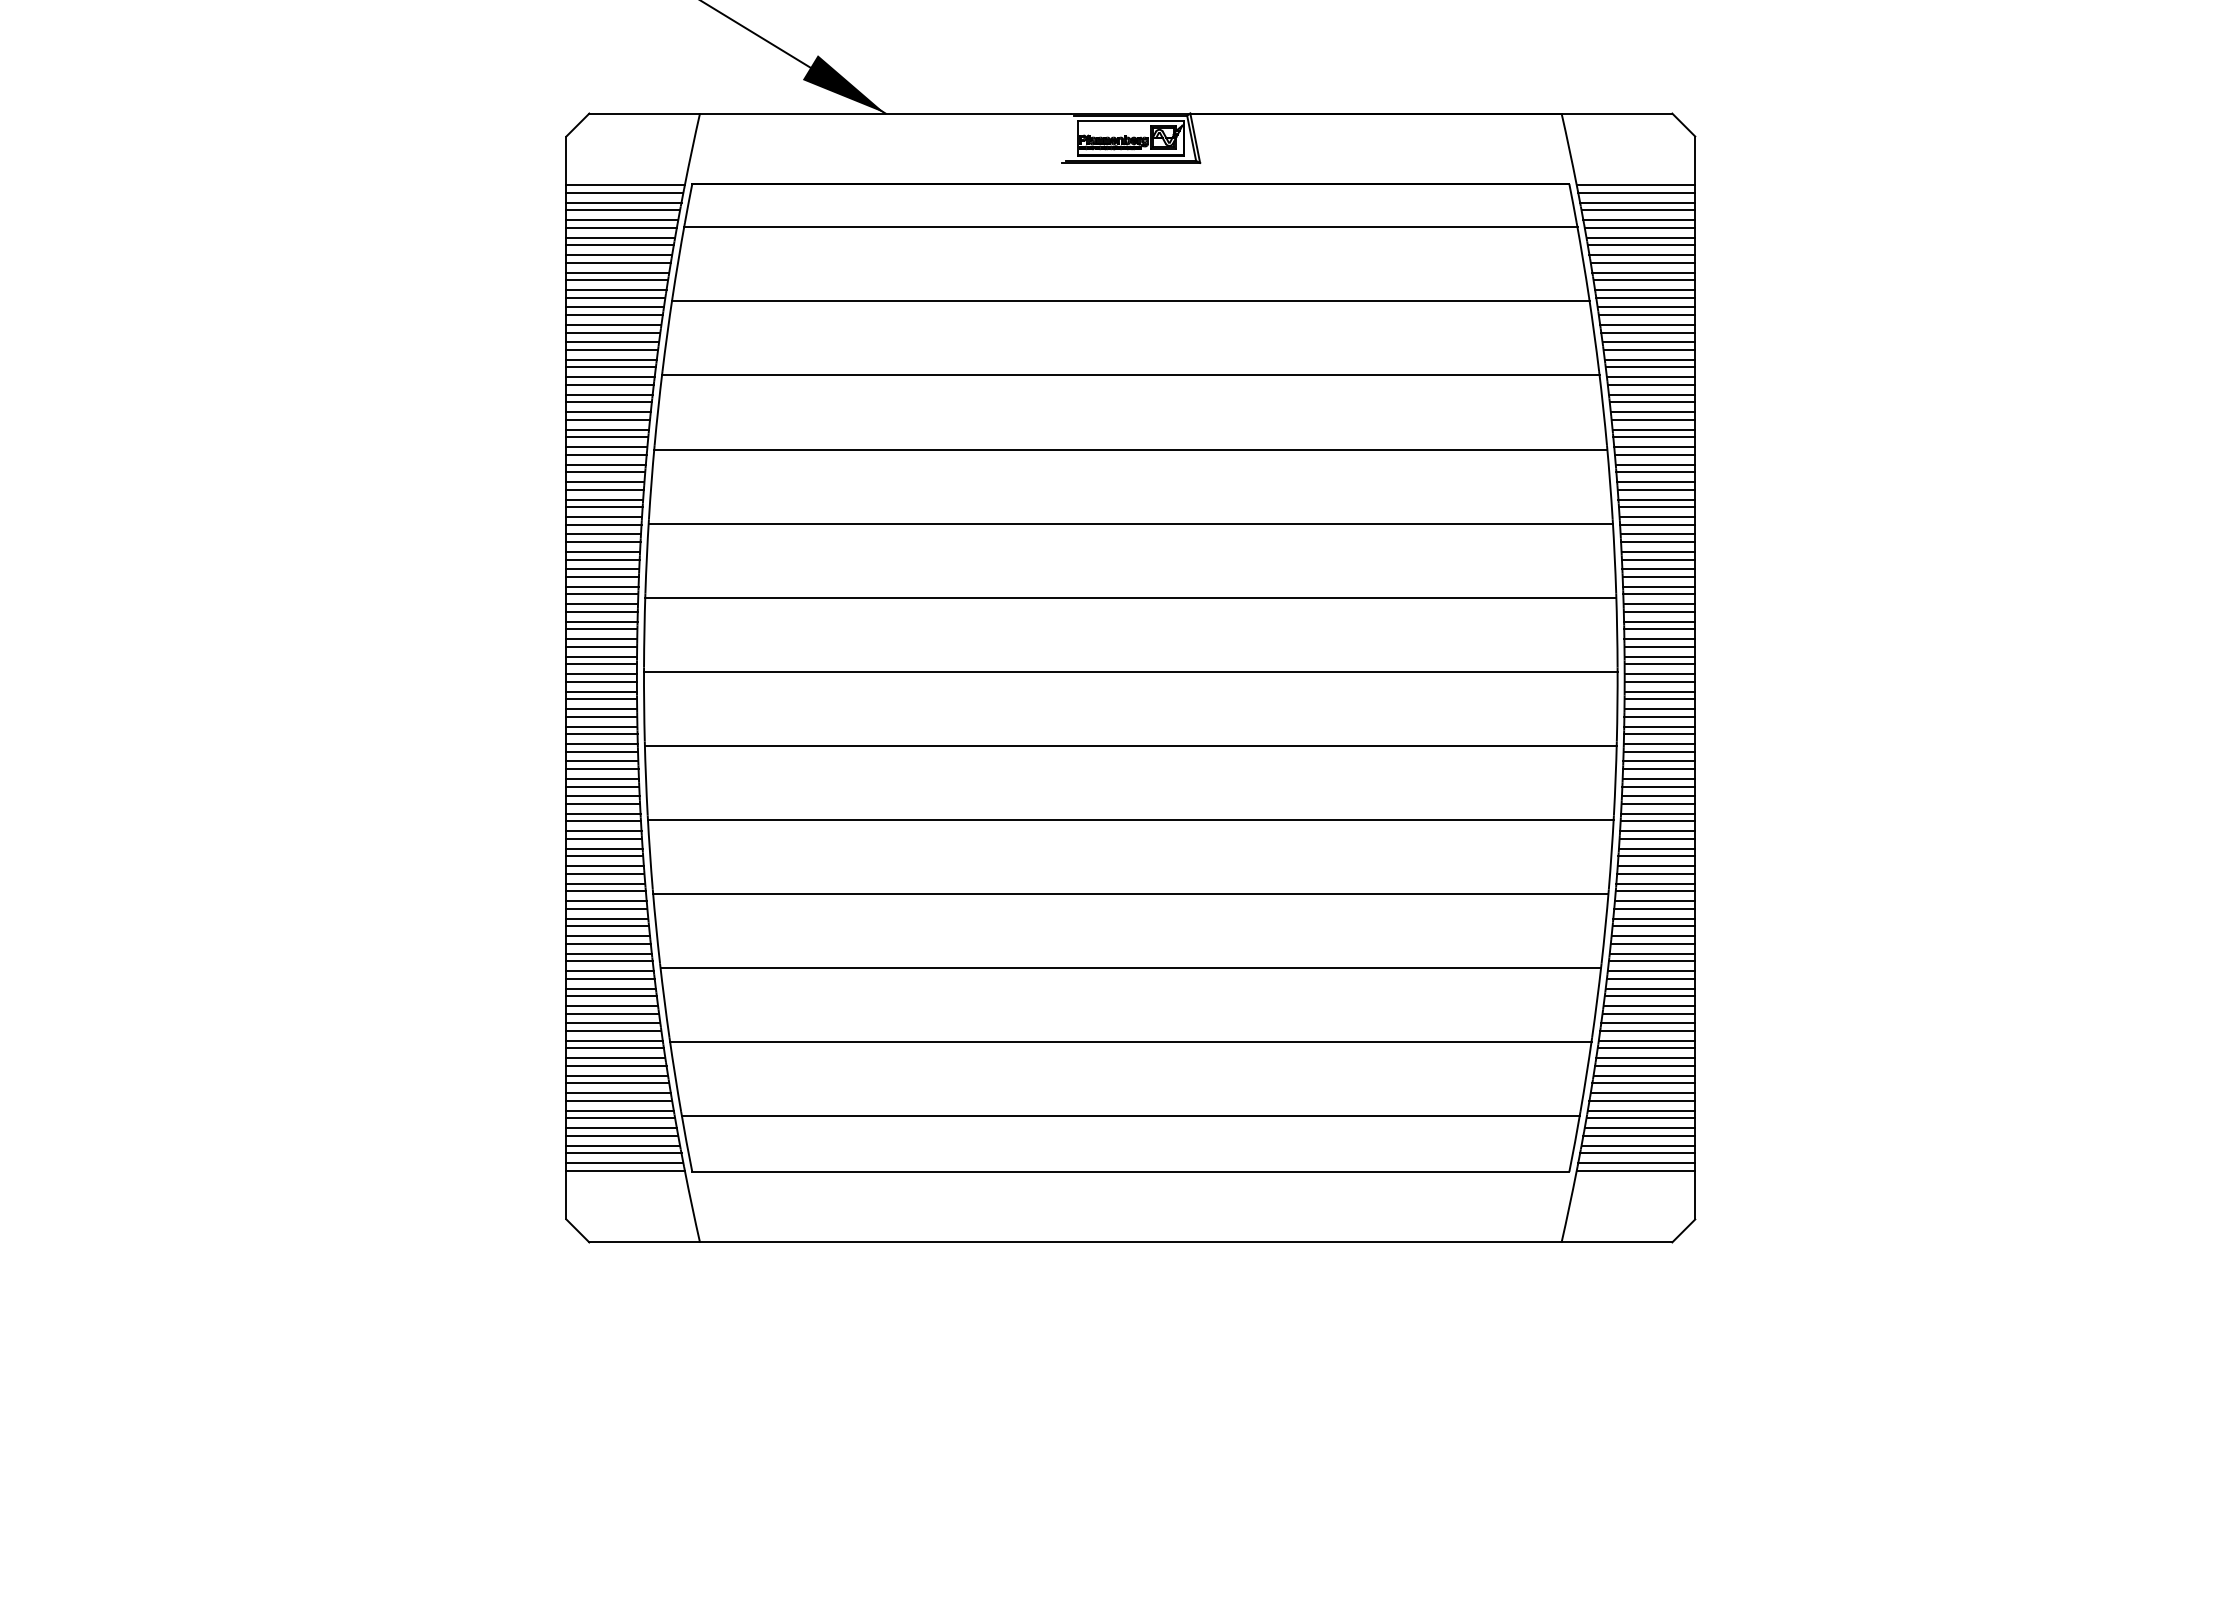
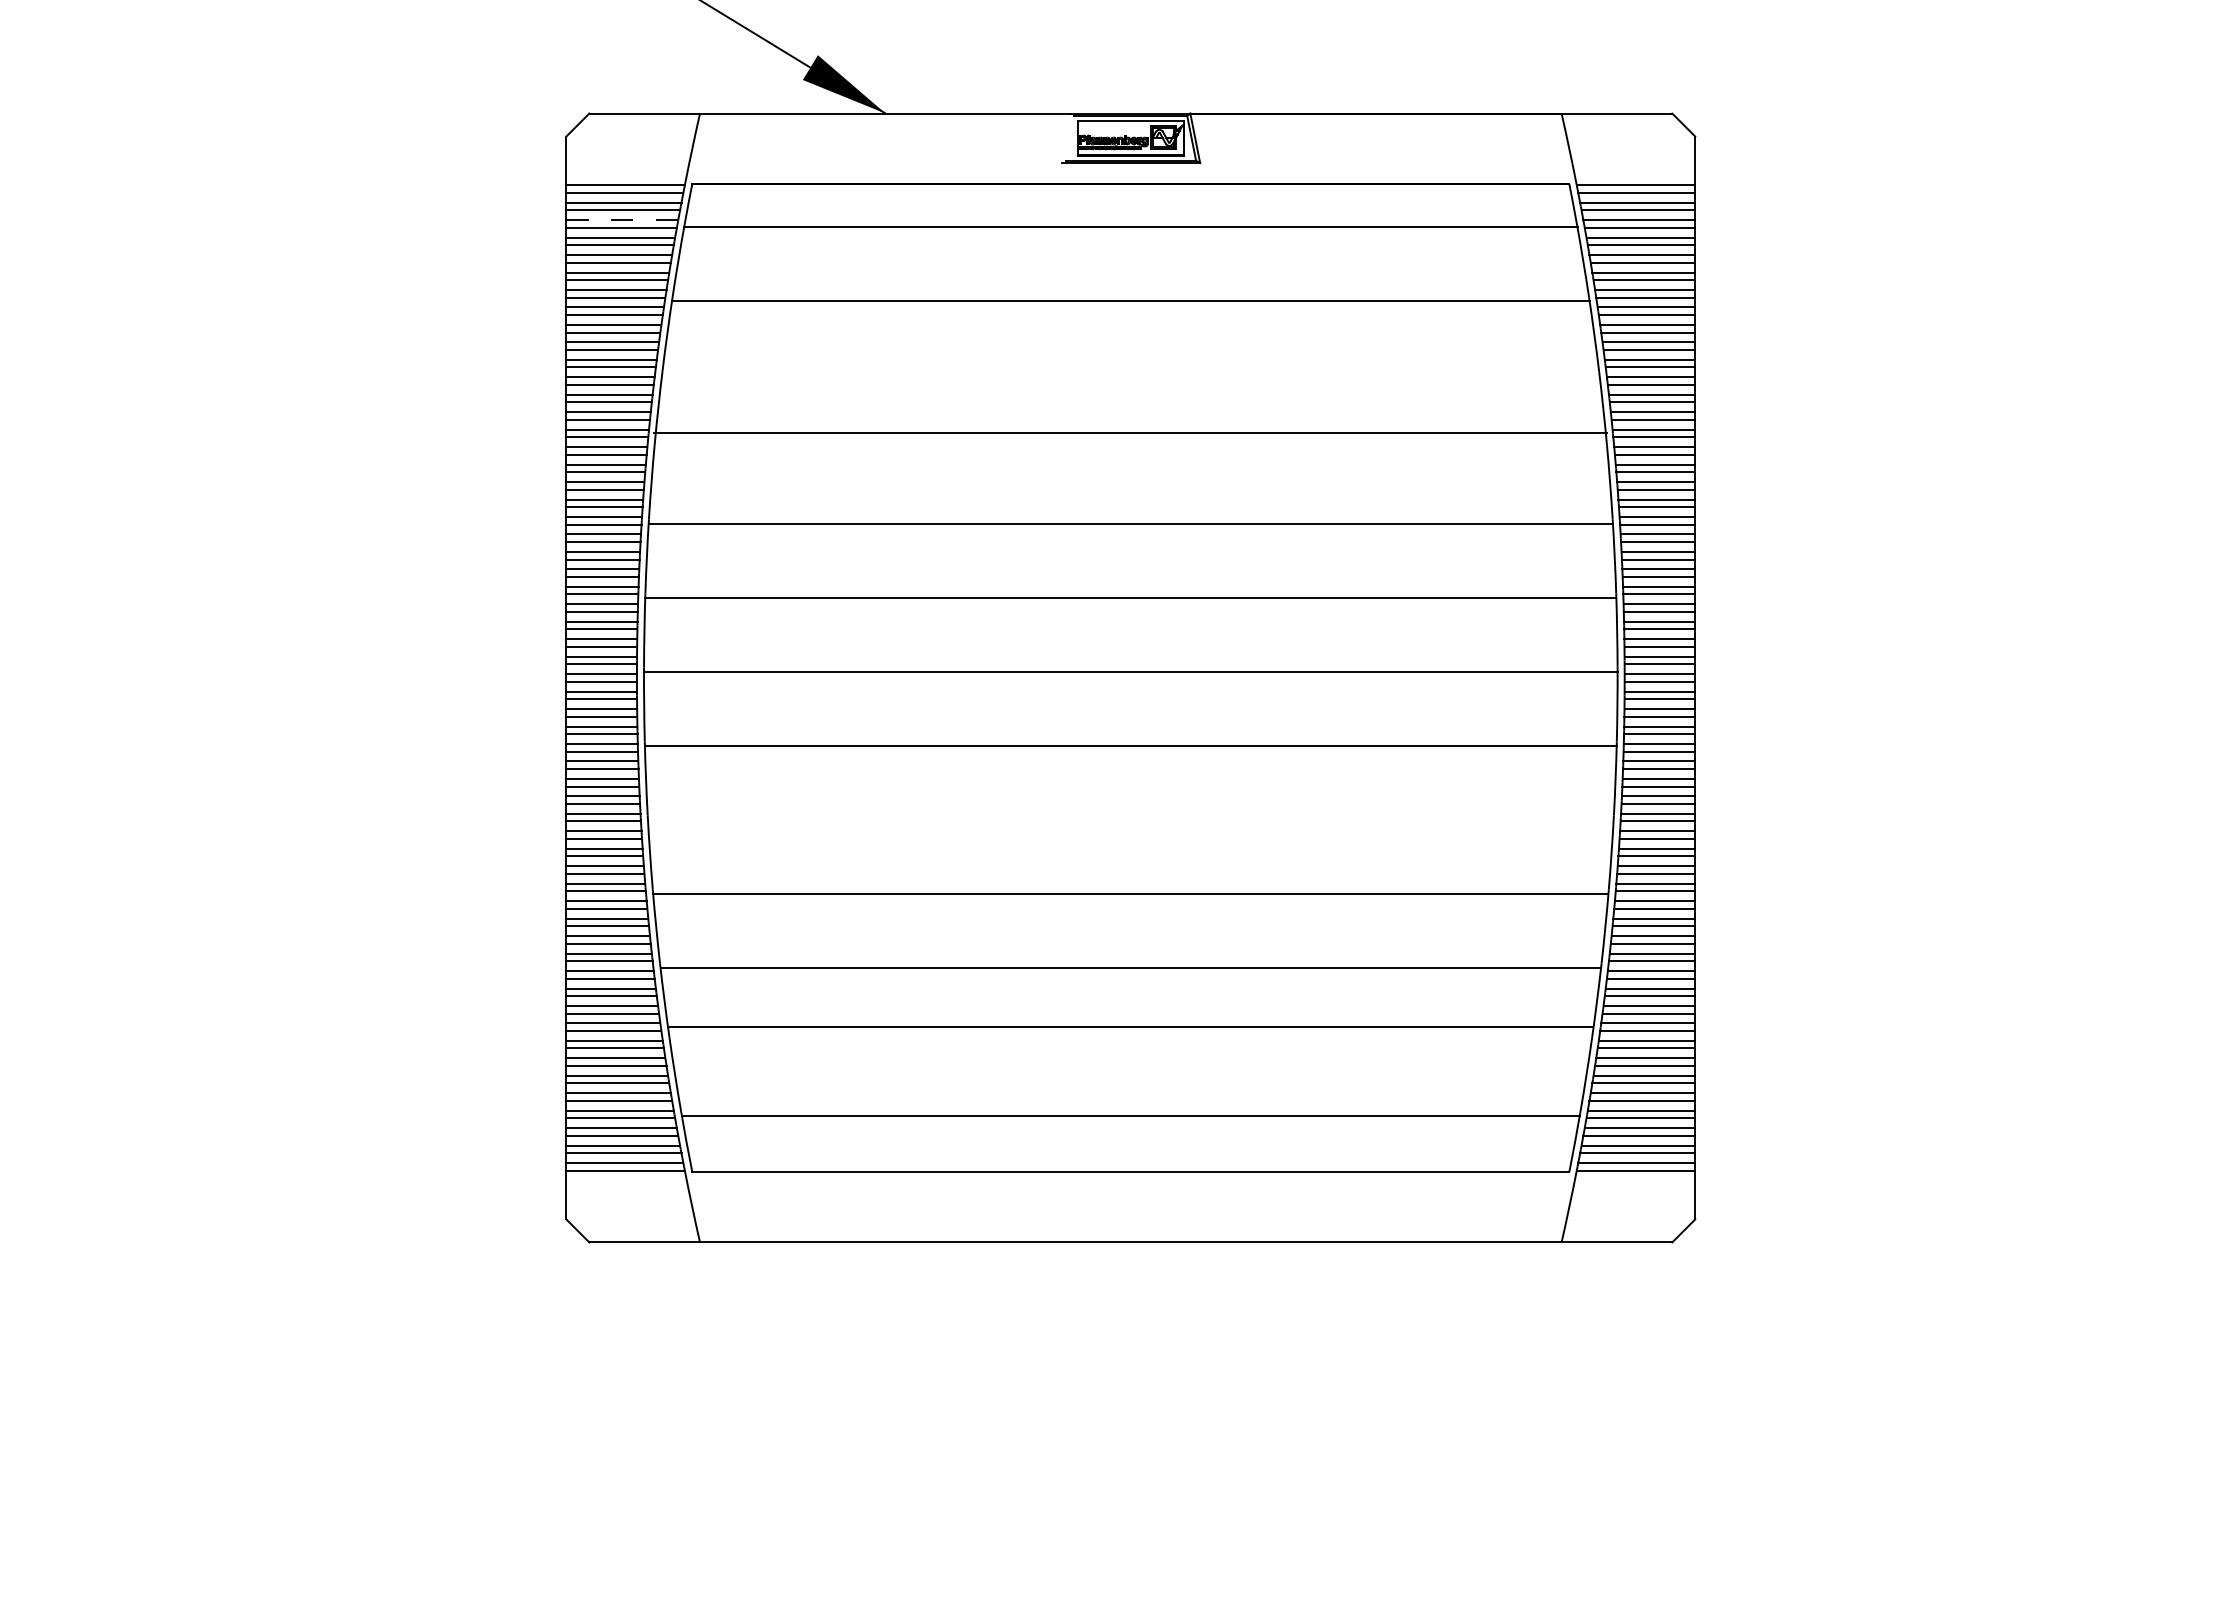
line at (622, 220): solid -> dashed
line at (1130, 375): present -> none
line at (1130, 449) position: (1130, 449) -> (1130, 432)
line at (1130, 819): present -> none
line at (1130, 1042) position: (1130, 1042) -> (1130, 1027)
